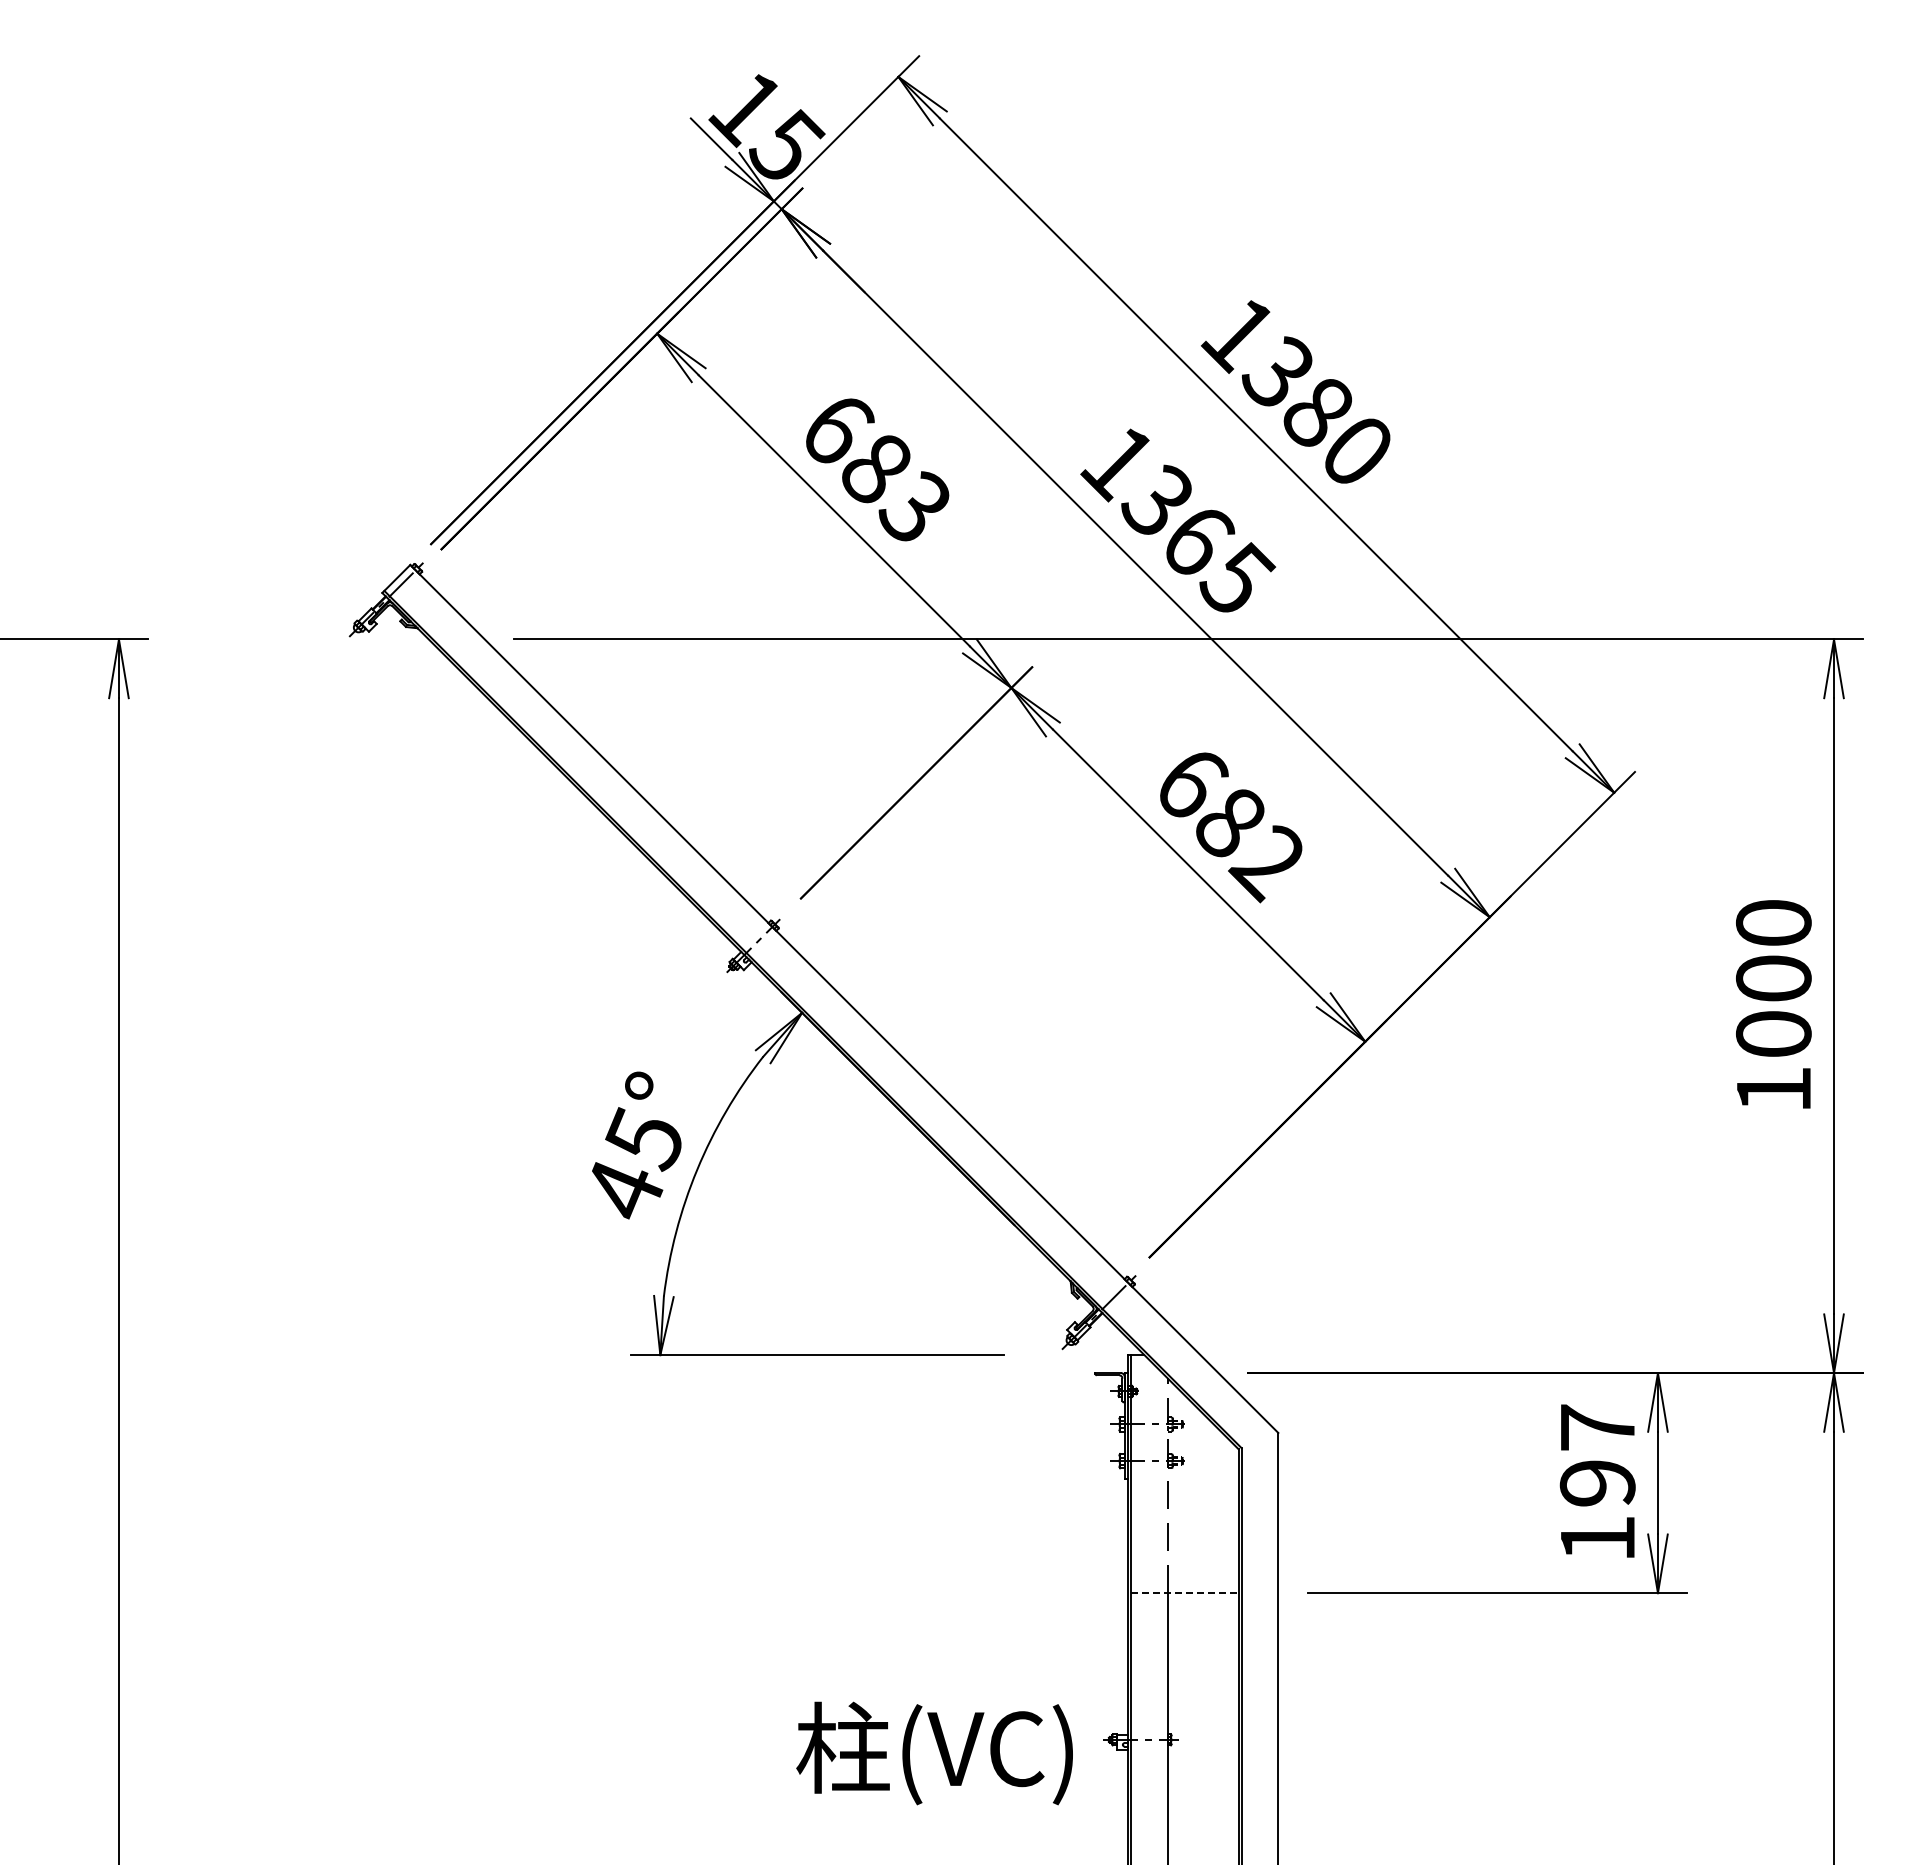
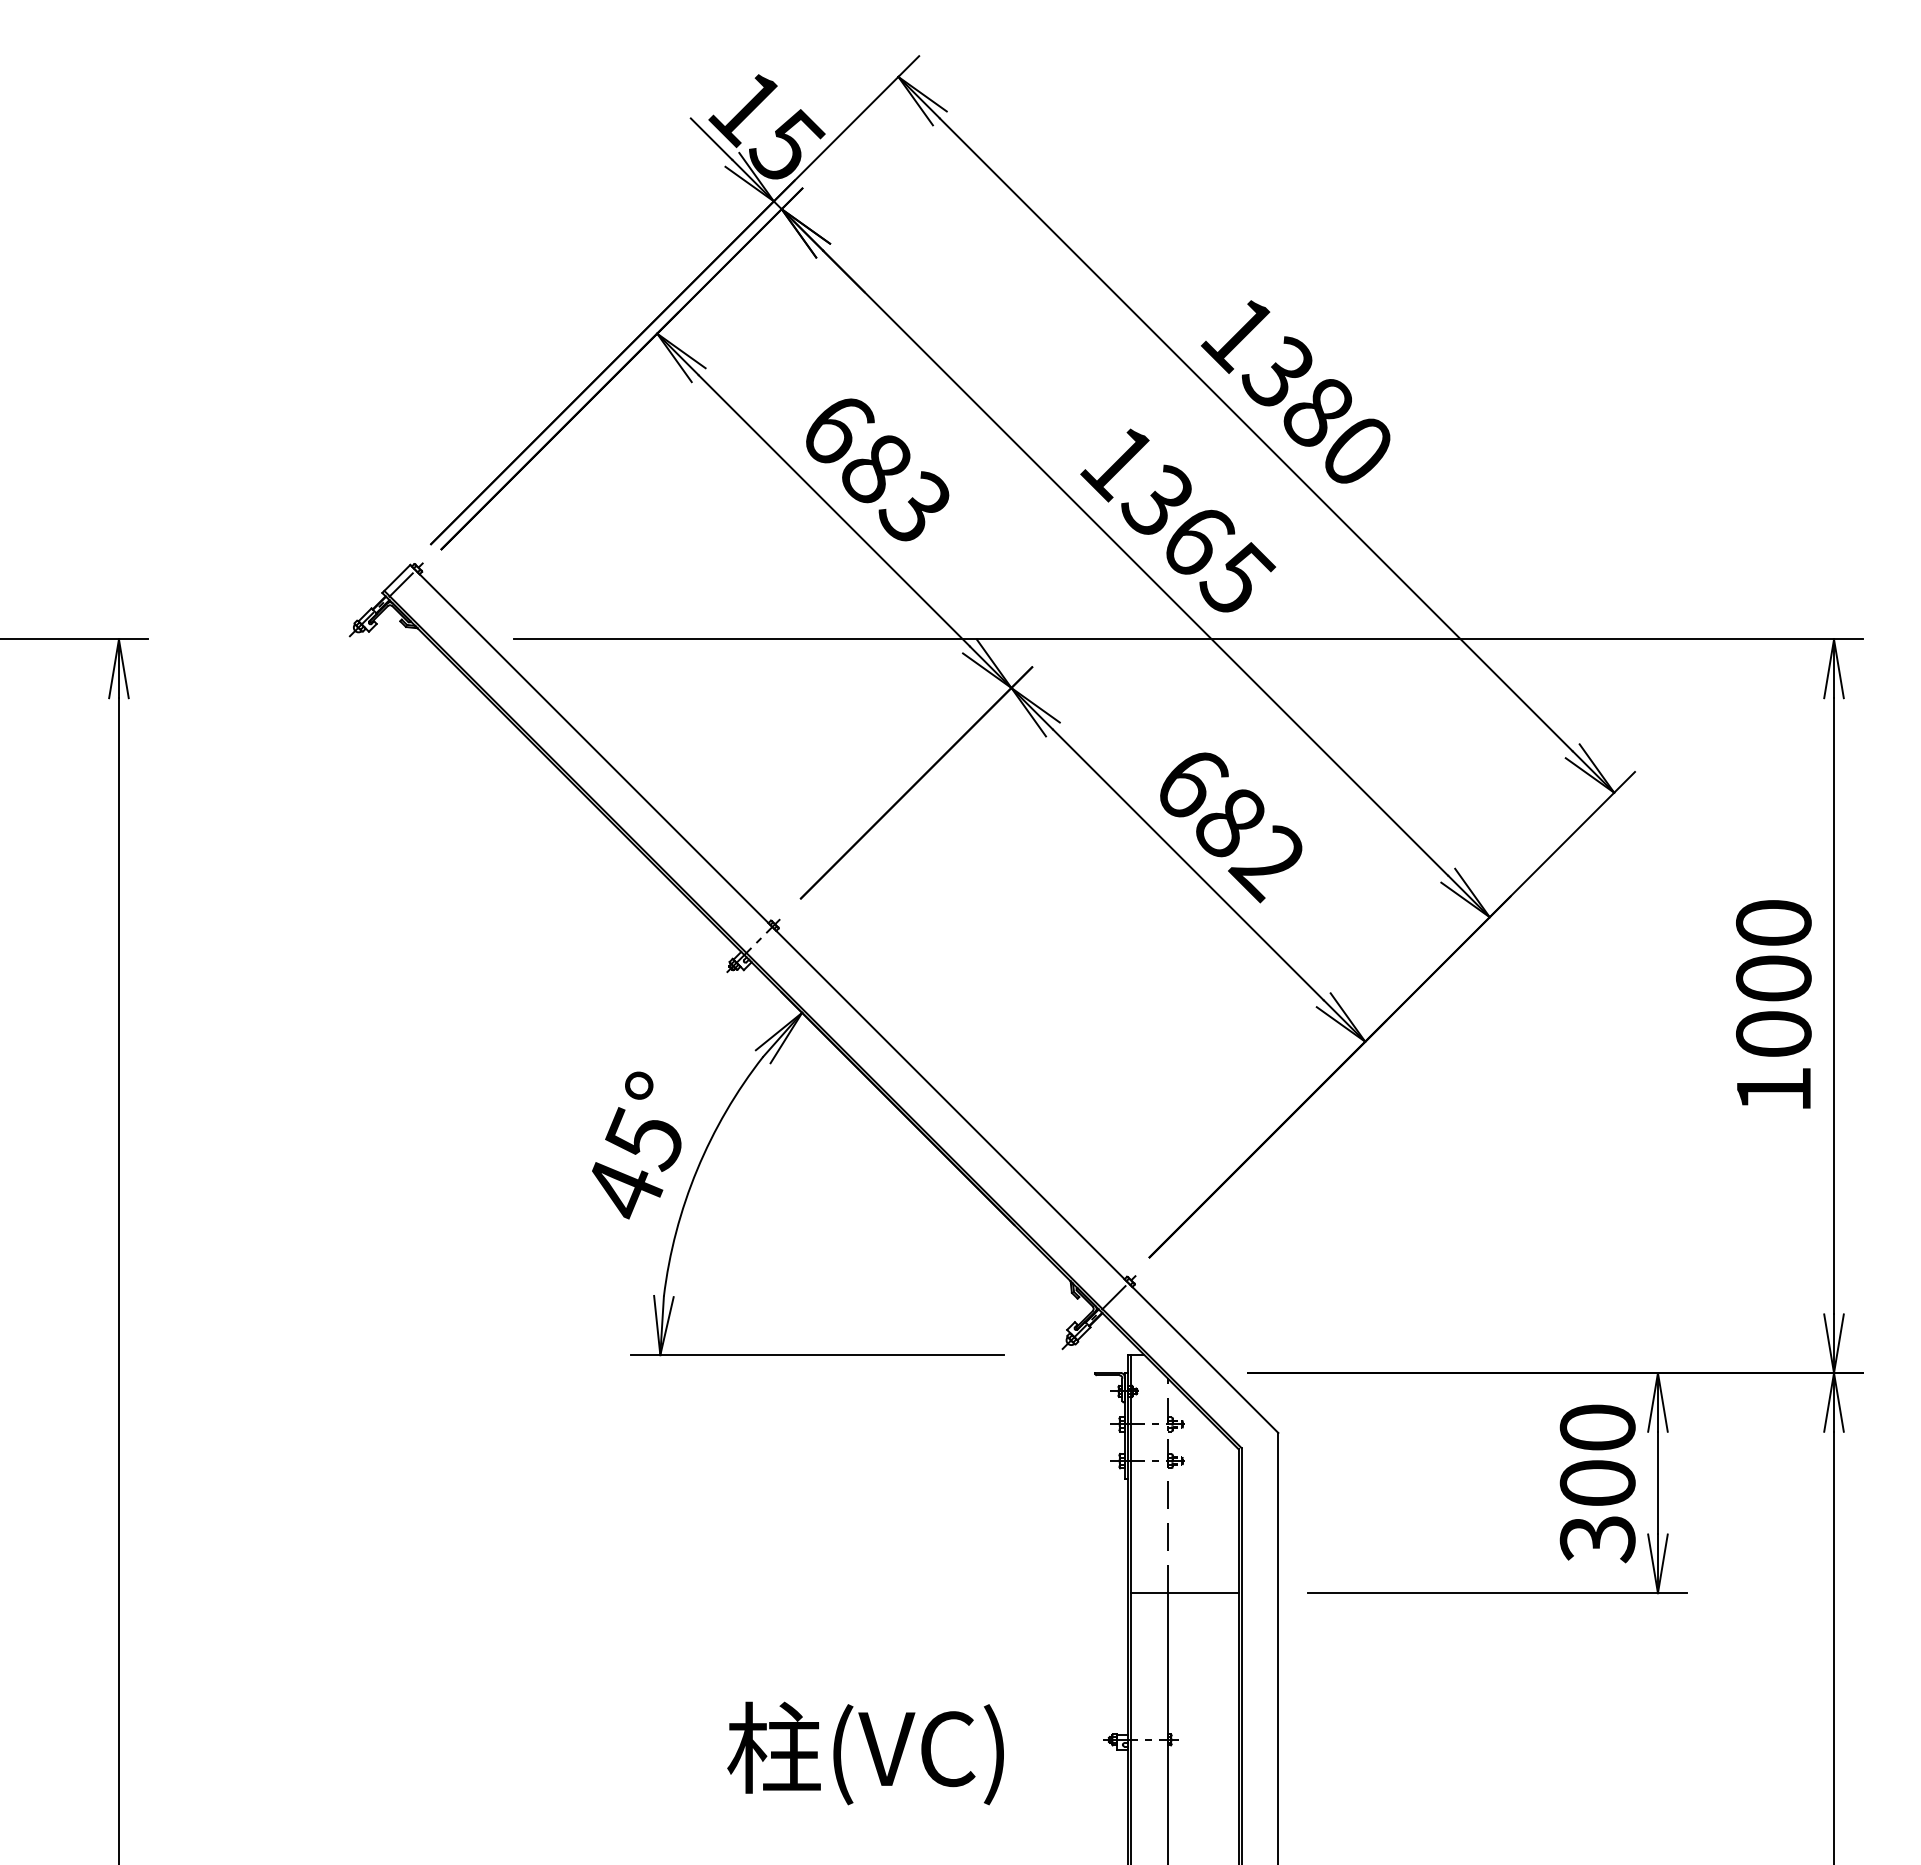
text at (1597, 1483): 197 -> 300
line at (1184, 1593): dashed -> solid
text at (934, 1753) position: (934, 1753) -> (865, 1753)
